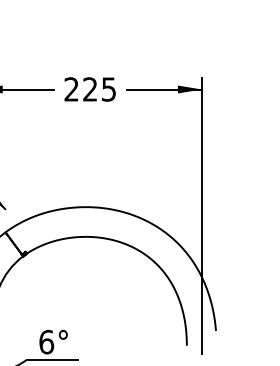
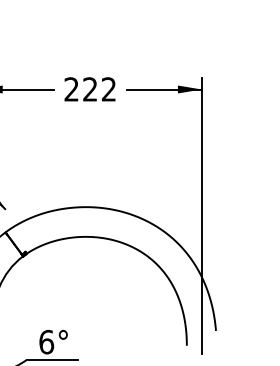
text at (108, 89): 225 -> 222
